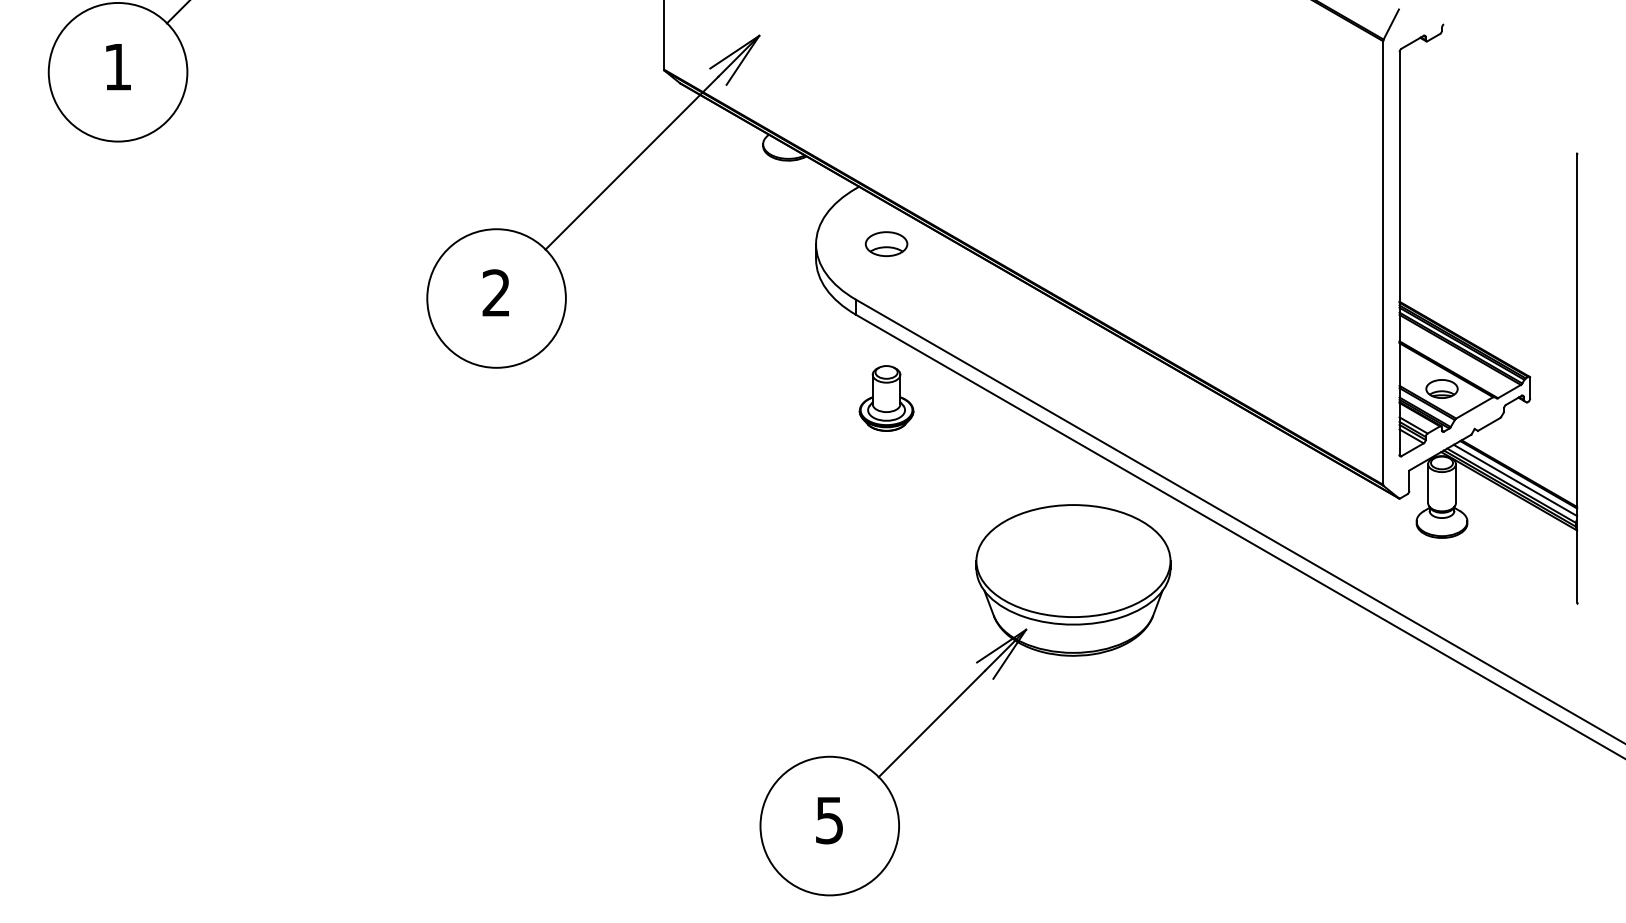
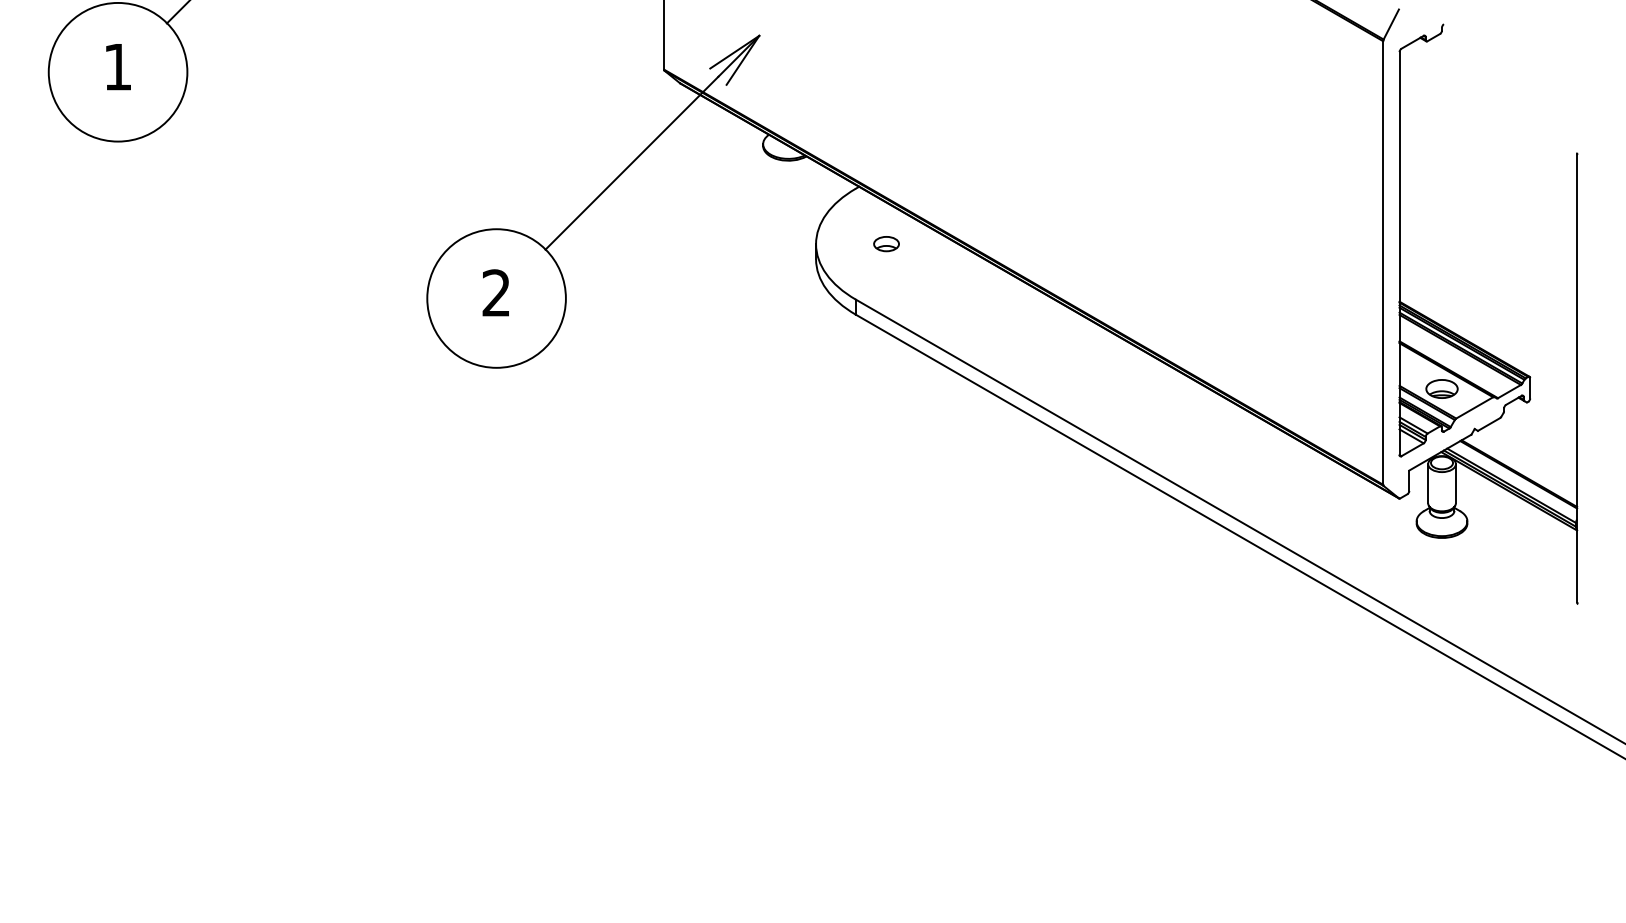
part at (886, 243) size: 45x26 px -> 27x17 px
part at (886, 398): present -> none
line at (1515, 480): present -> none
part at (961, 695): present -> none
